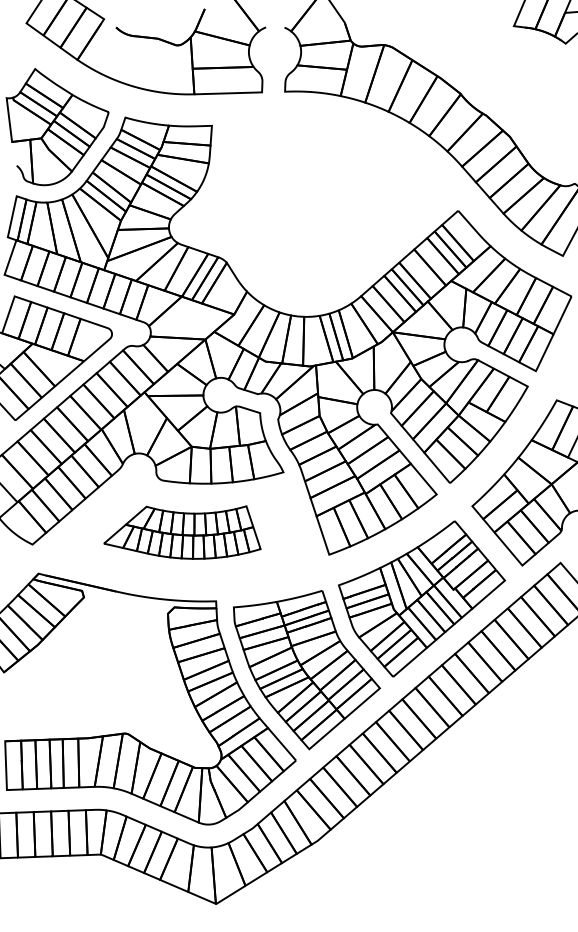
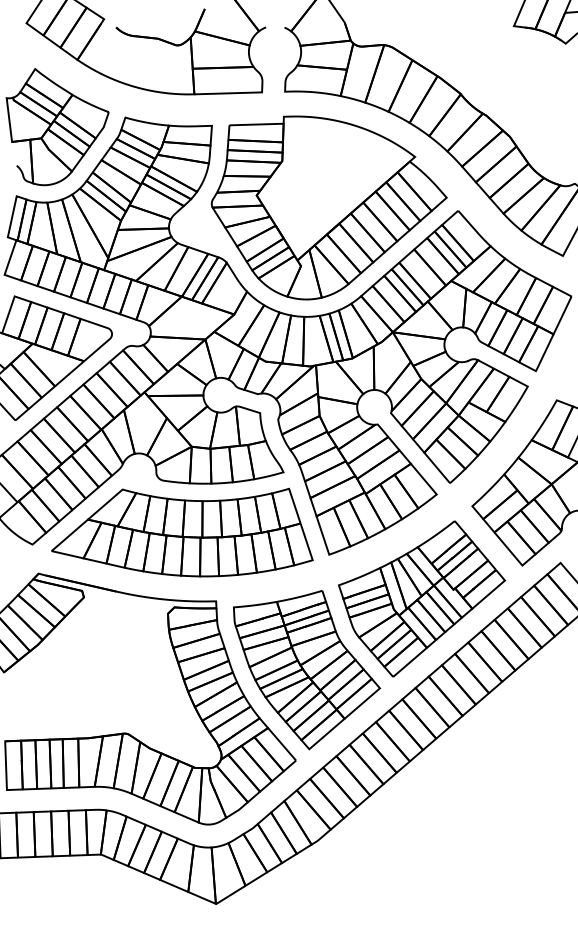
part at (328, 207): none -> present
part at (182, 532) size: 159x55 px -> 263x91 px
